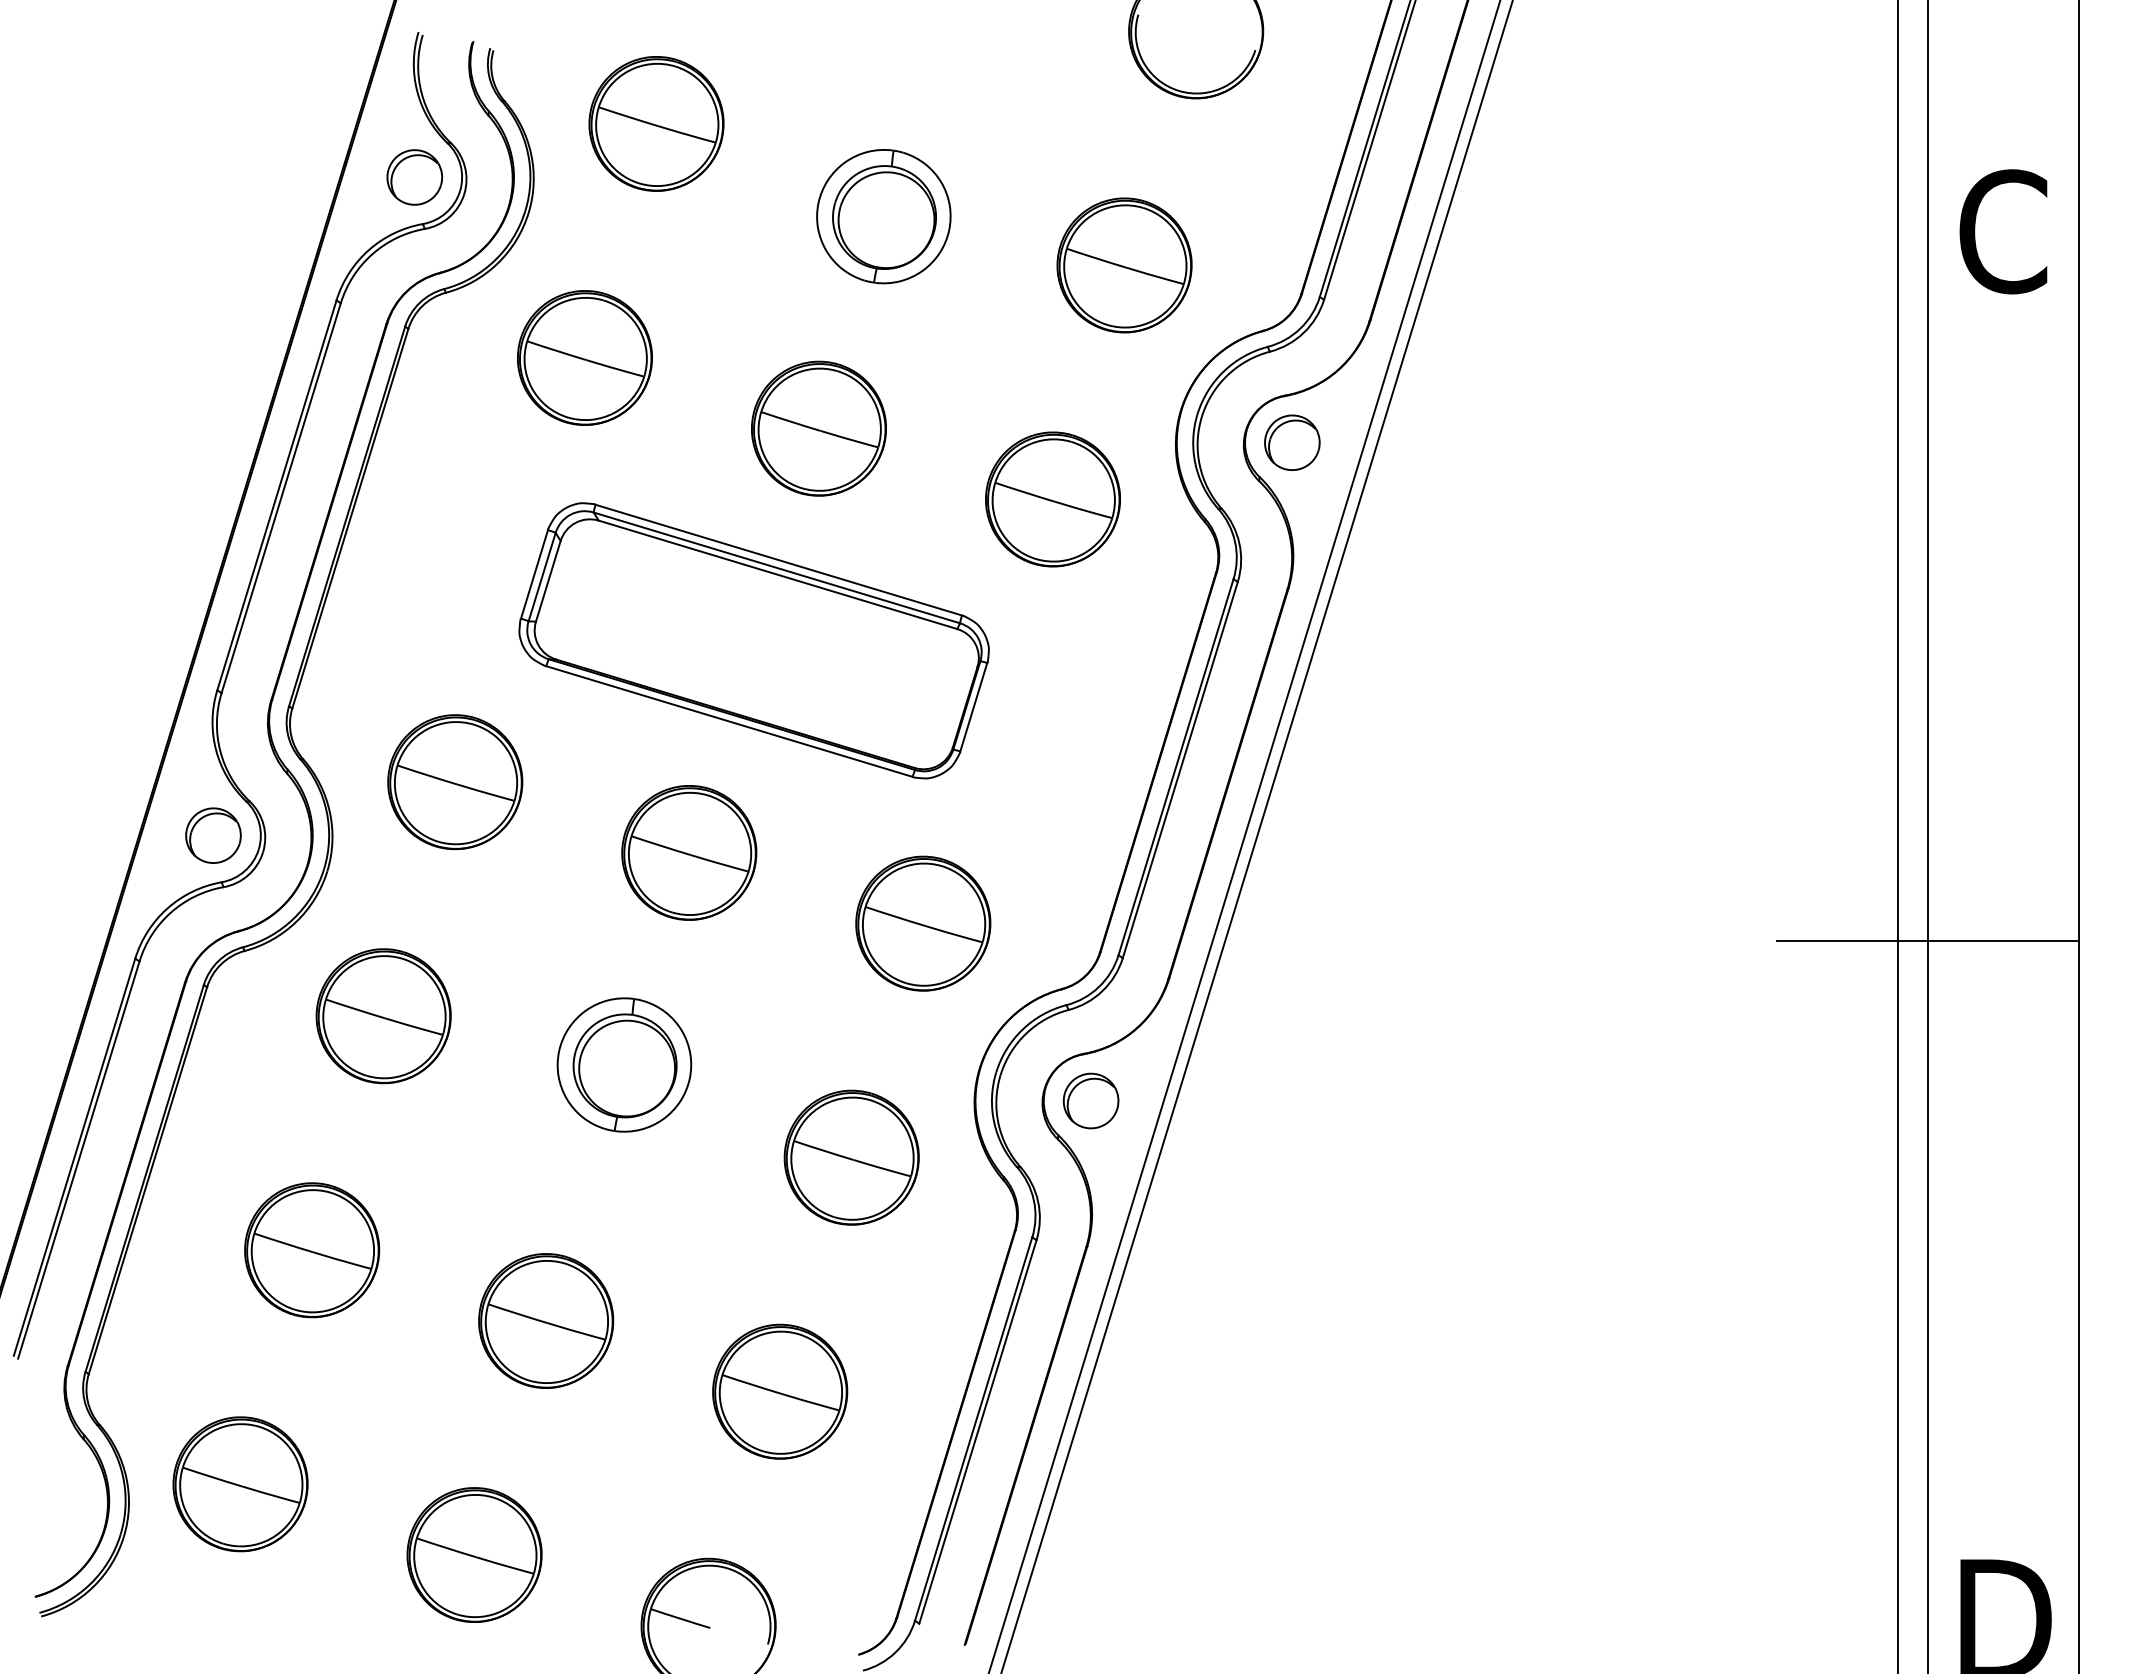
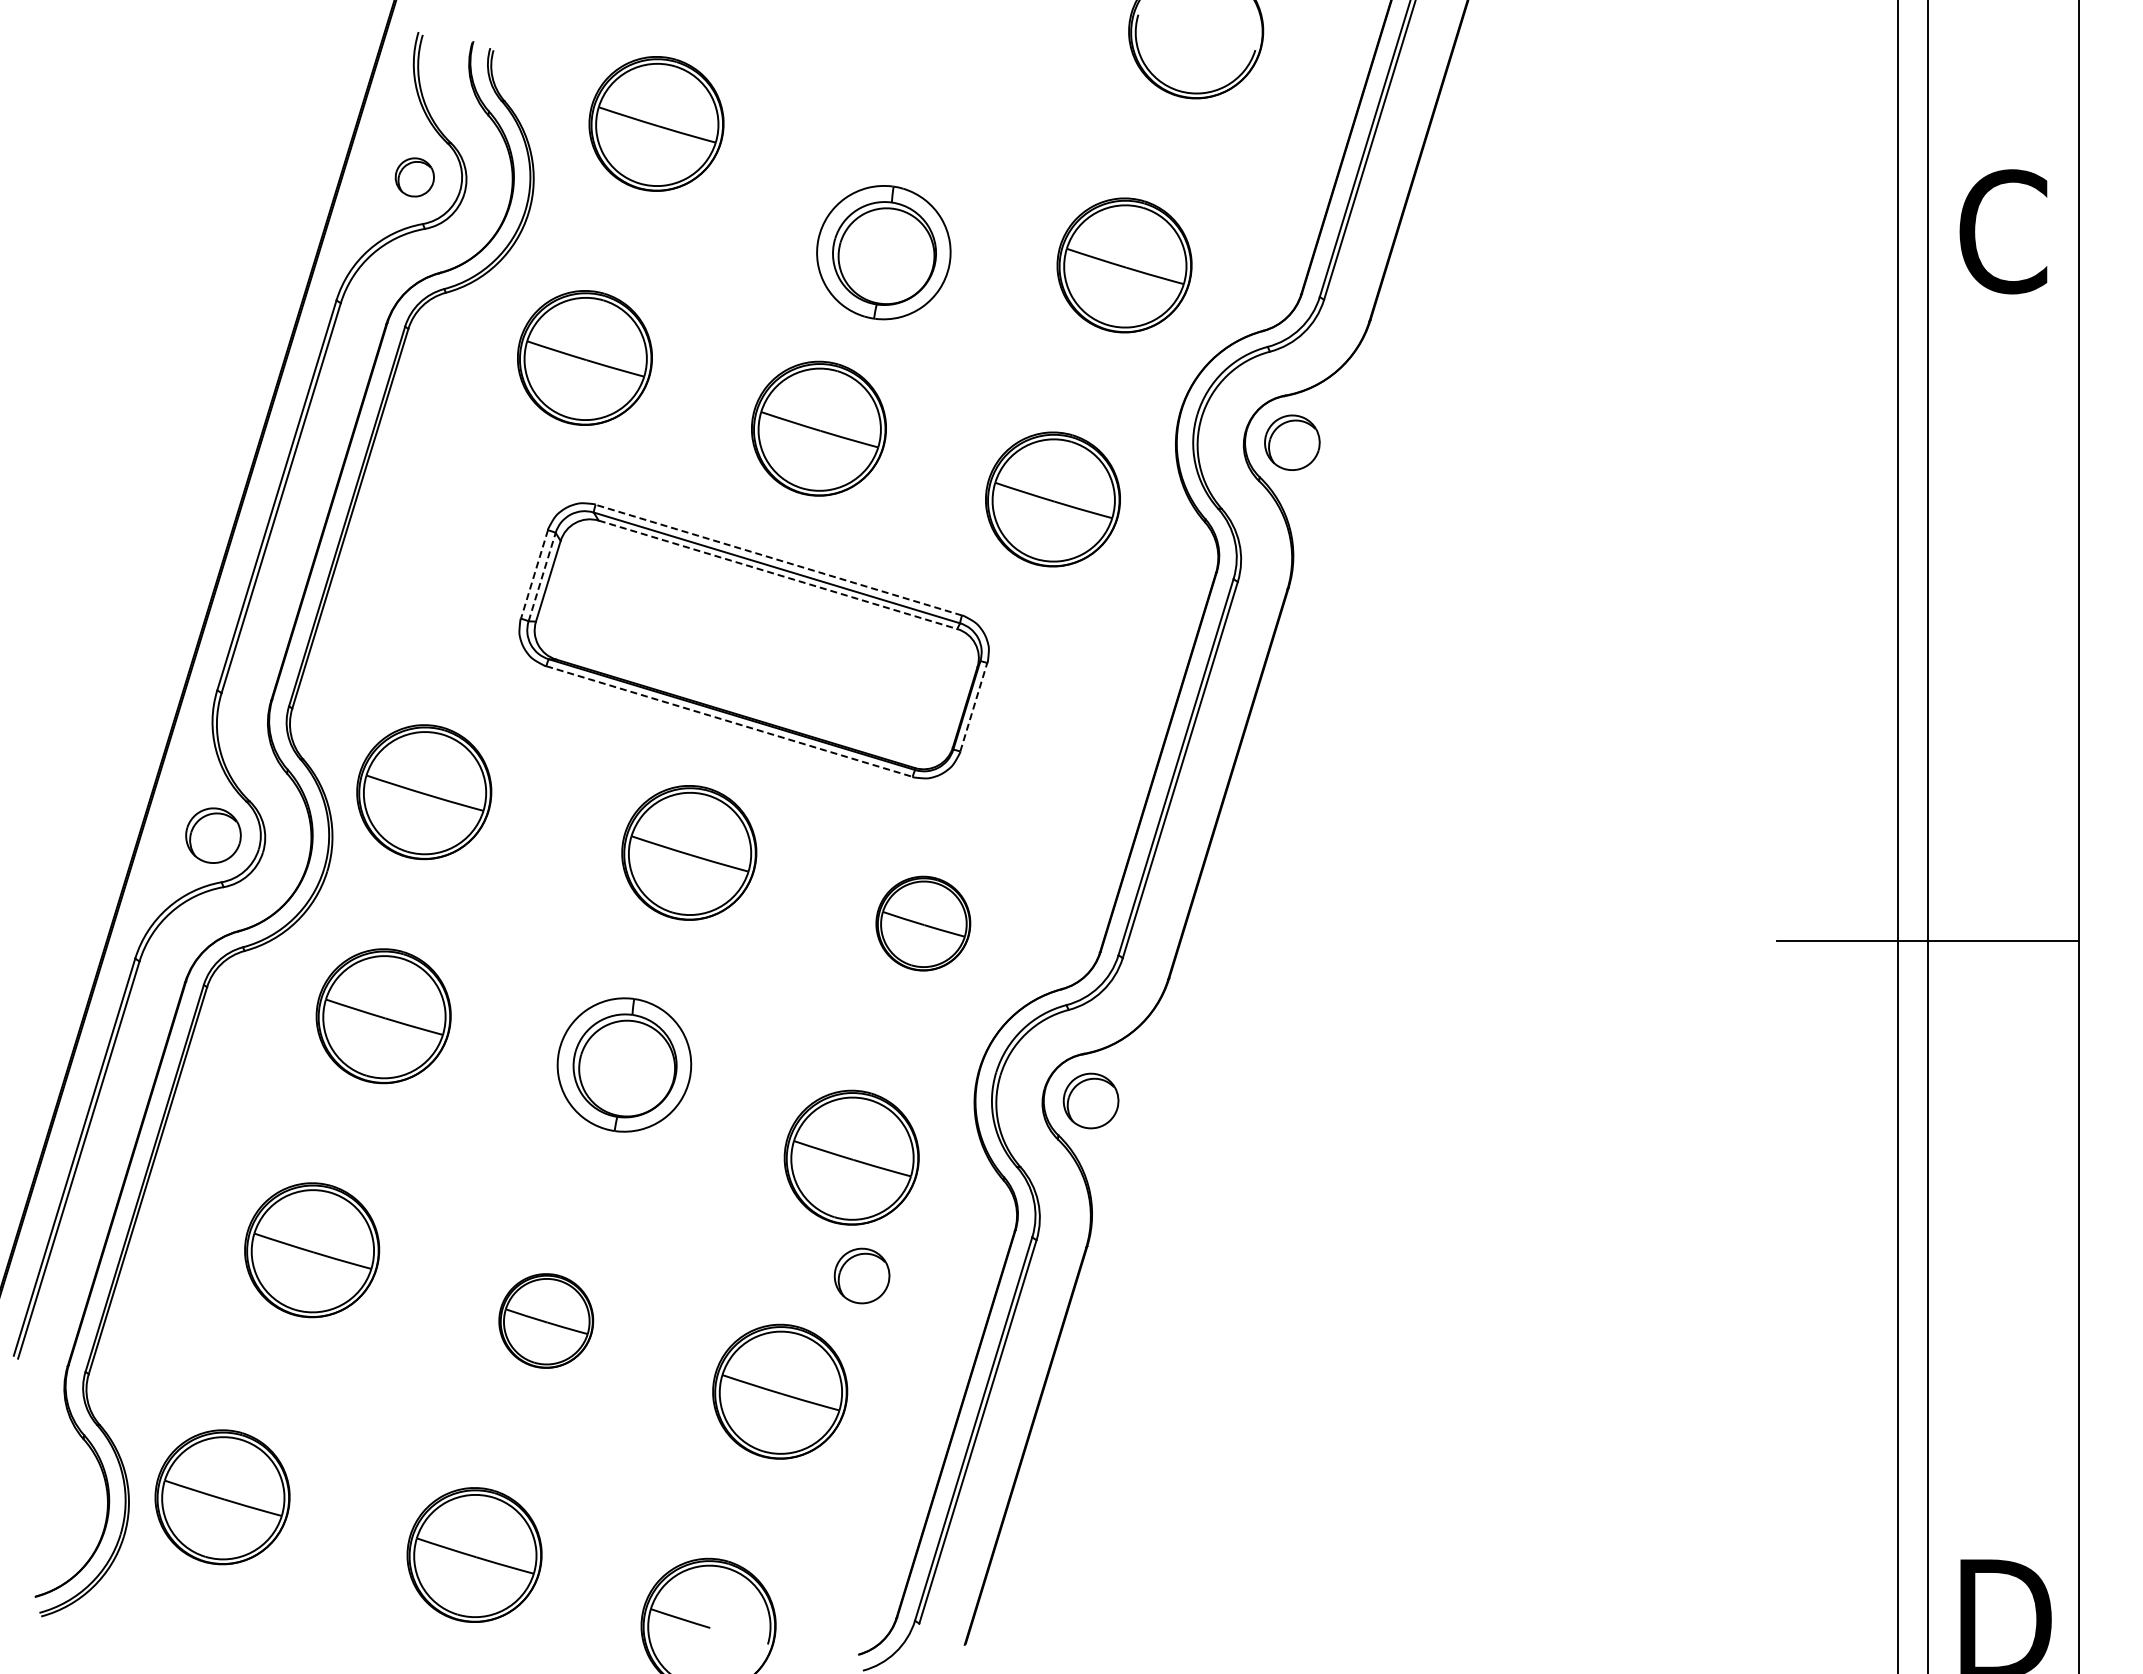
part at (414, 177) size: 58x57 px -> 41x41 px
part at (883, 216) position: (883, 216) -> (883, 252)
line at (778, 560): solid -> dashed
line at (534, 574): solid -> dashed
line at (778, 574): solid -> dashed
line at (542, 576): solid -> dashed
line at (973, 706): solid -> dashed
line at (729, 721): solid -> dashed
part at (455, 782) position: (455, 782) -> (424, 792)
line at (1244, 836): present -> none
line at (1257, 836): present -> none
part at (923, 923) size: 137x137 px -> 97x97 px
part at (861, 1275): none -> present
part at (546, 1320) size: 137x136 px -> 97x96 px
part at (240, 1484) position: (240, 1484) -> (222, 1497)
